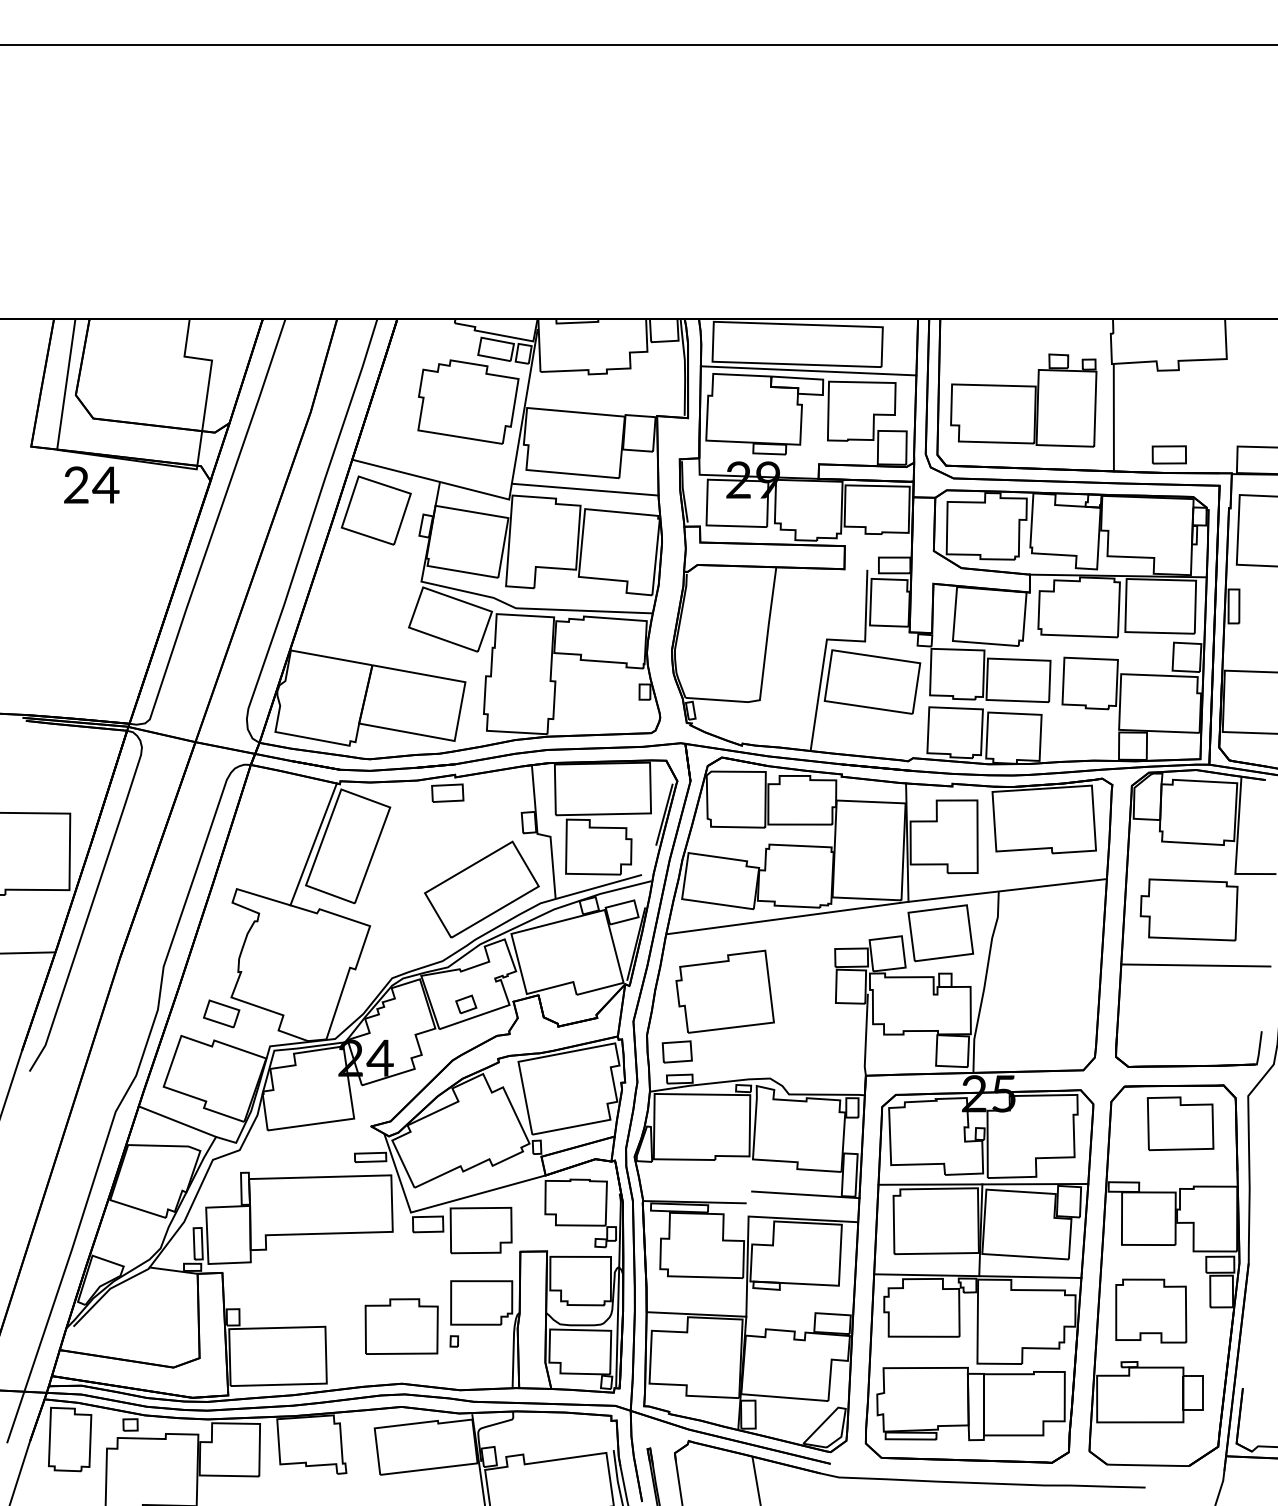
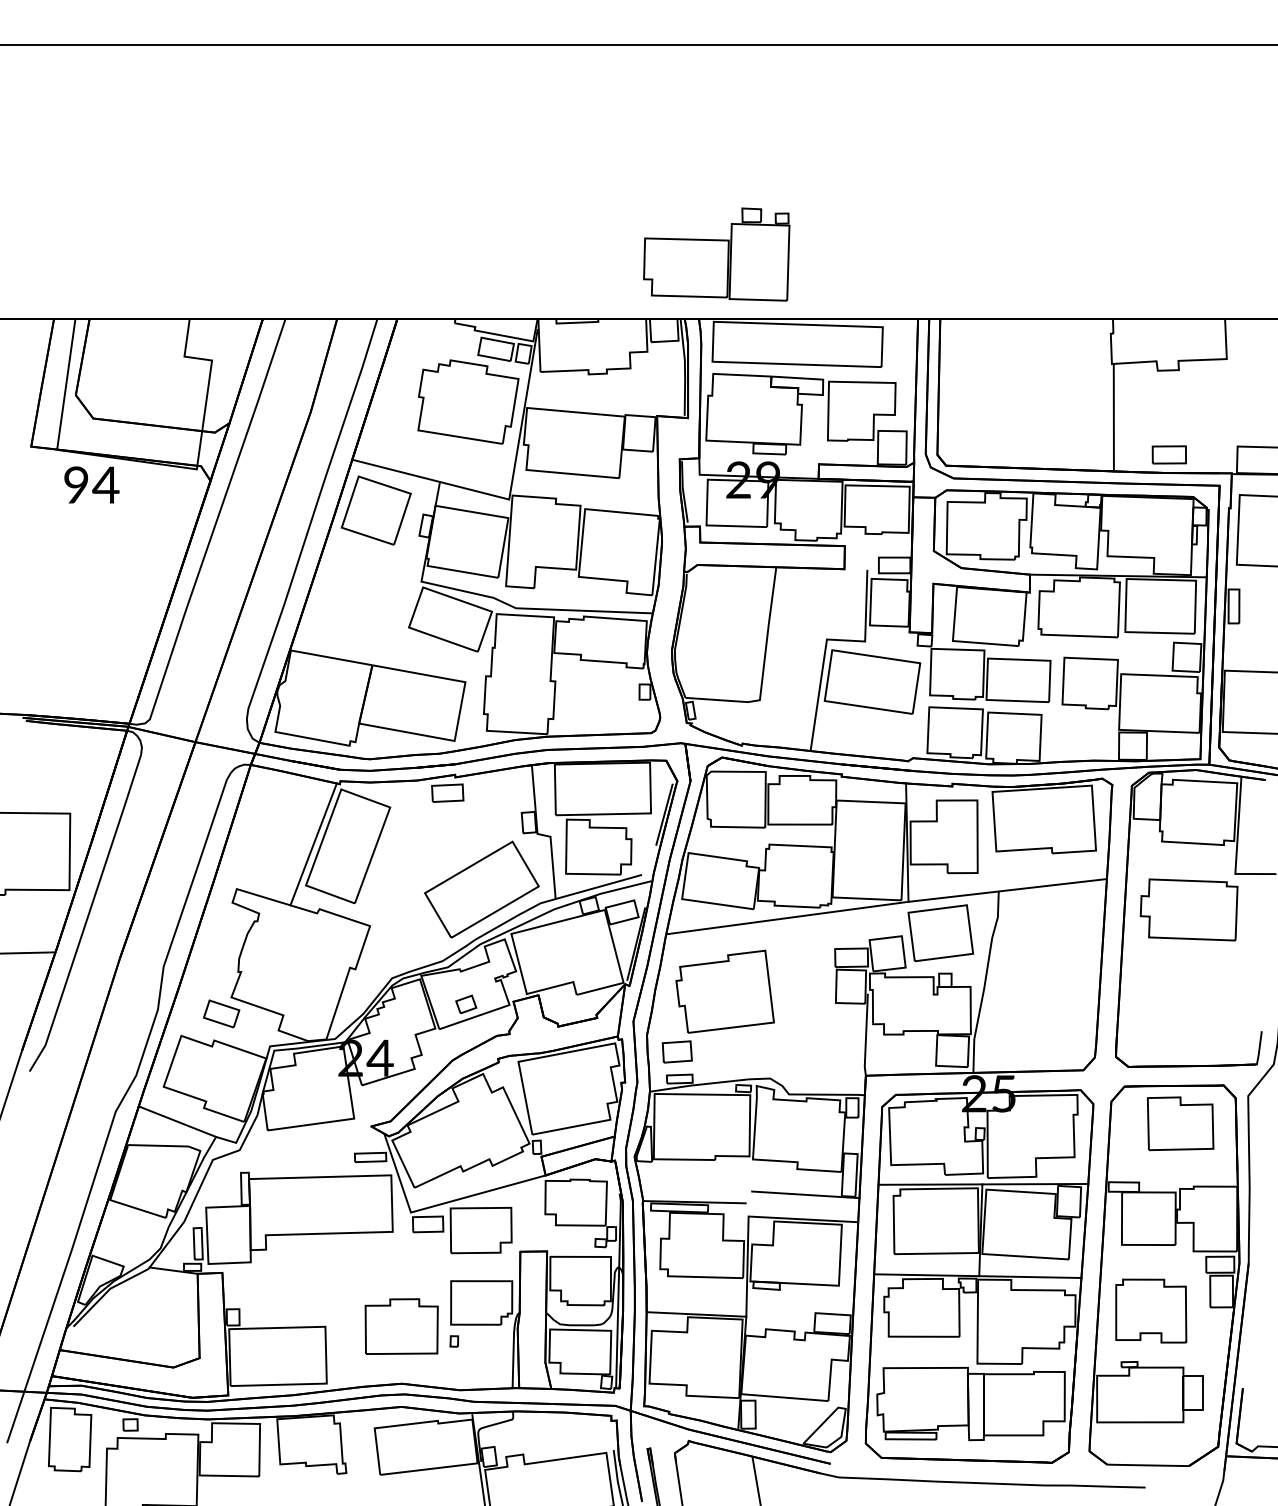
line at (808, 370): present -> none
part at (1023, 400) position: (1023, 400) -> (716, 254)
text at (76, 485): 24 -> 94
line at (584, 489): present -> none
line at (1195, 965): present -> none
